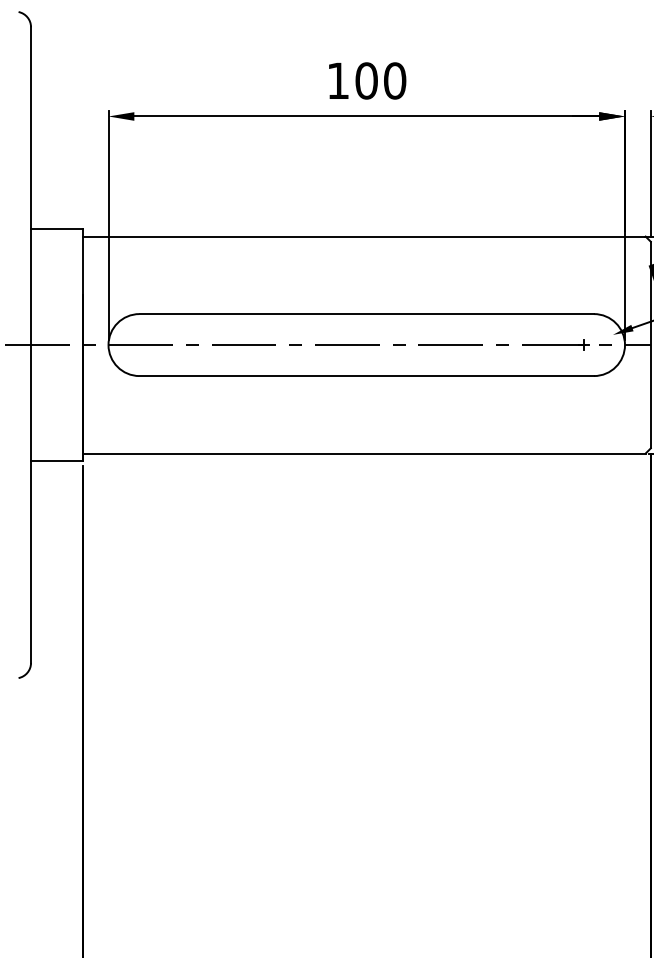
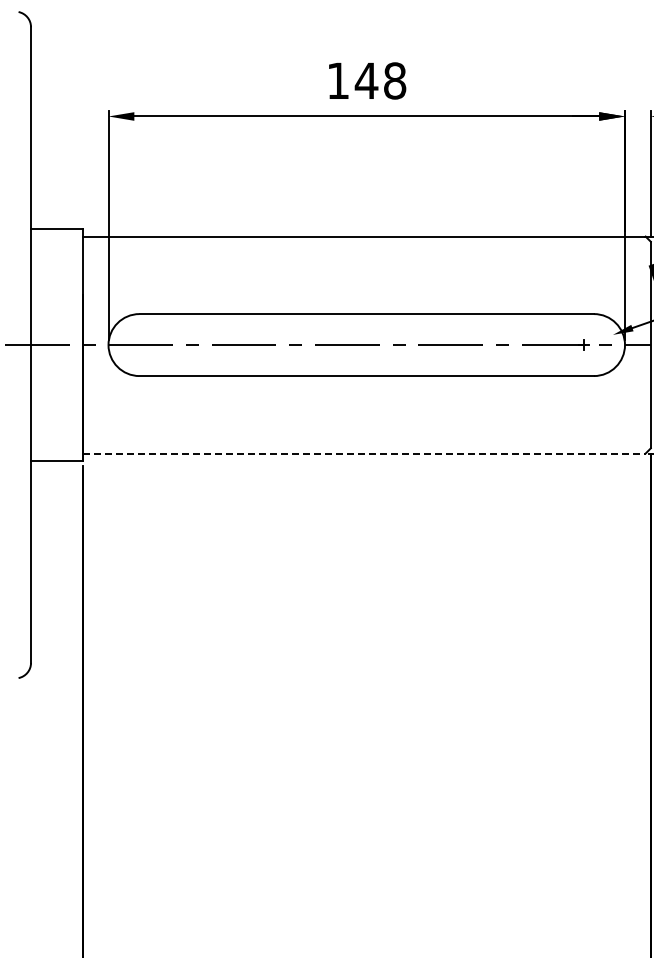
text at (380, 80): 100 -> 148
line at (364, 453): solid -> dashed
